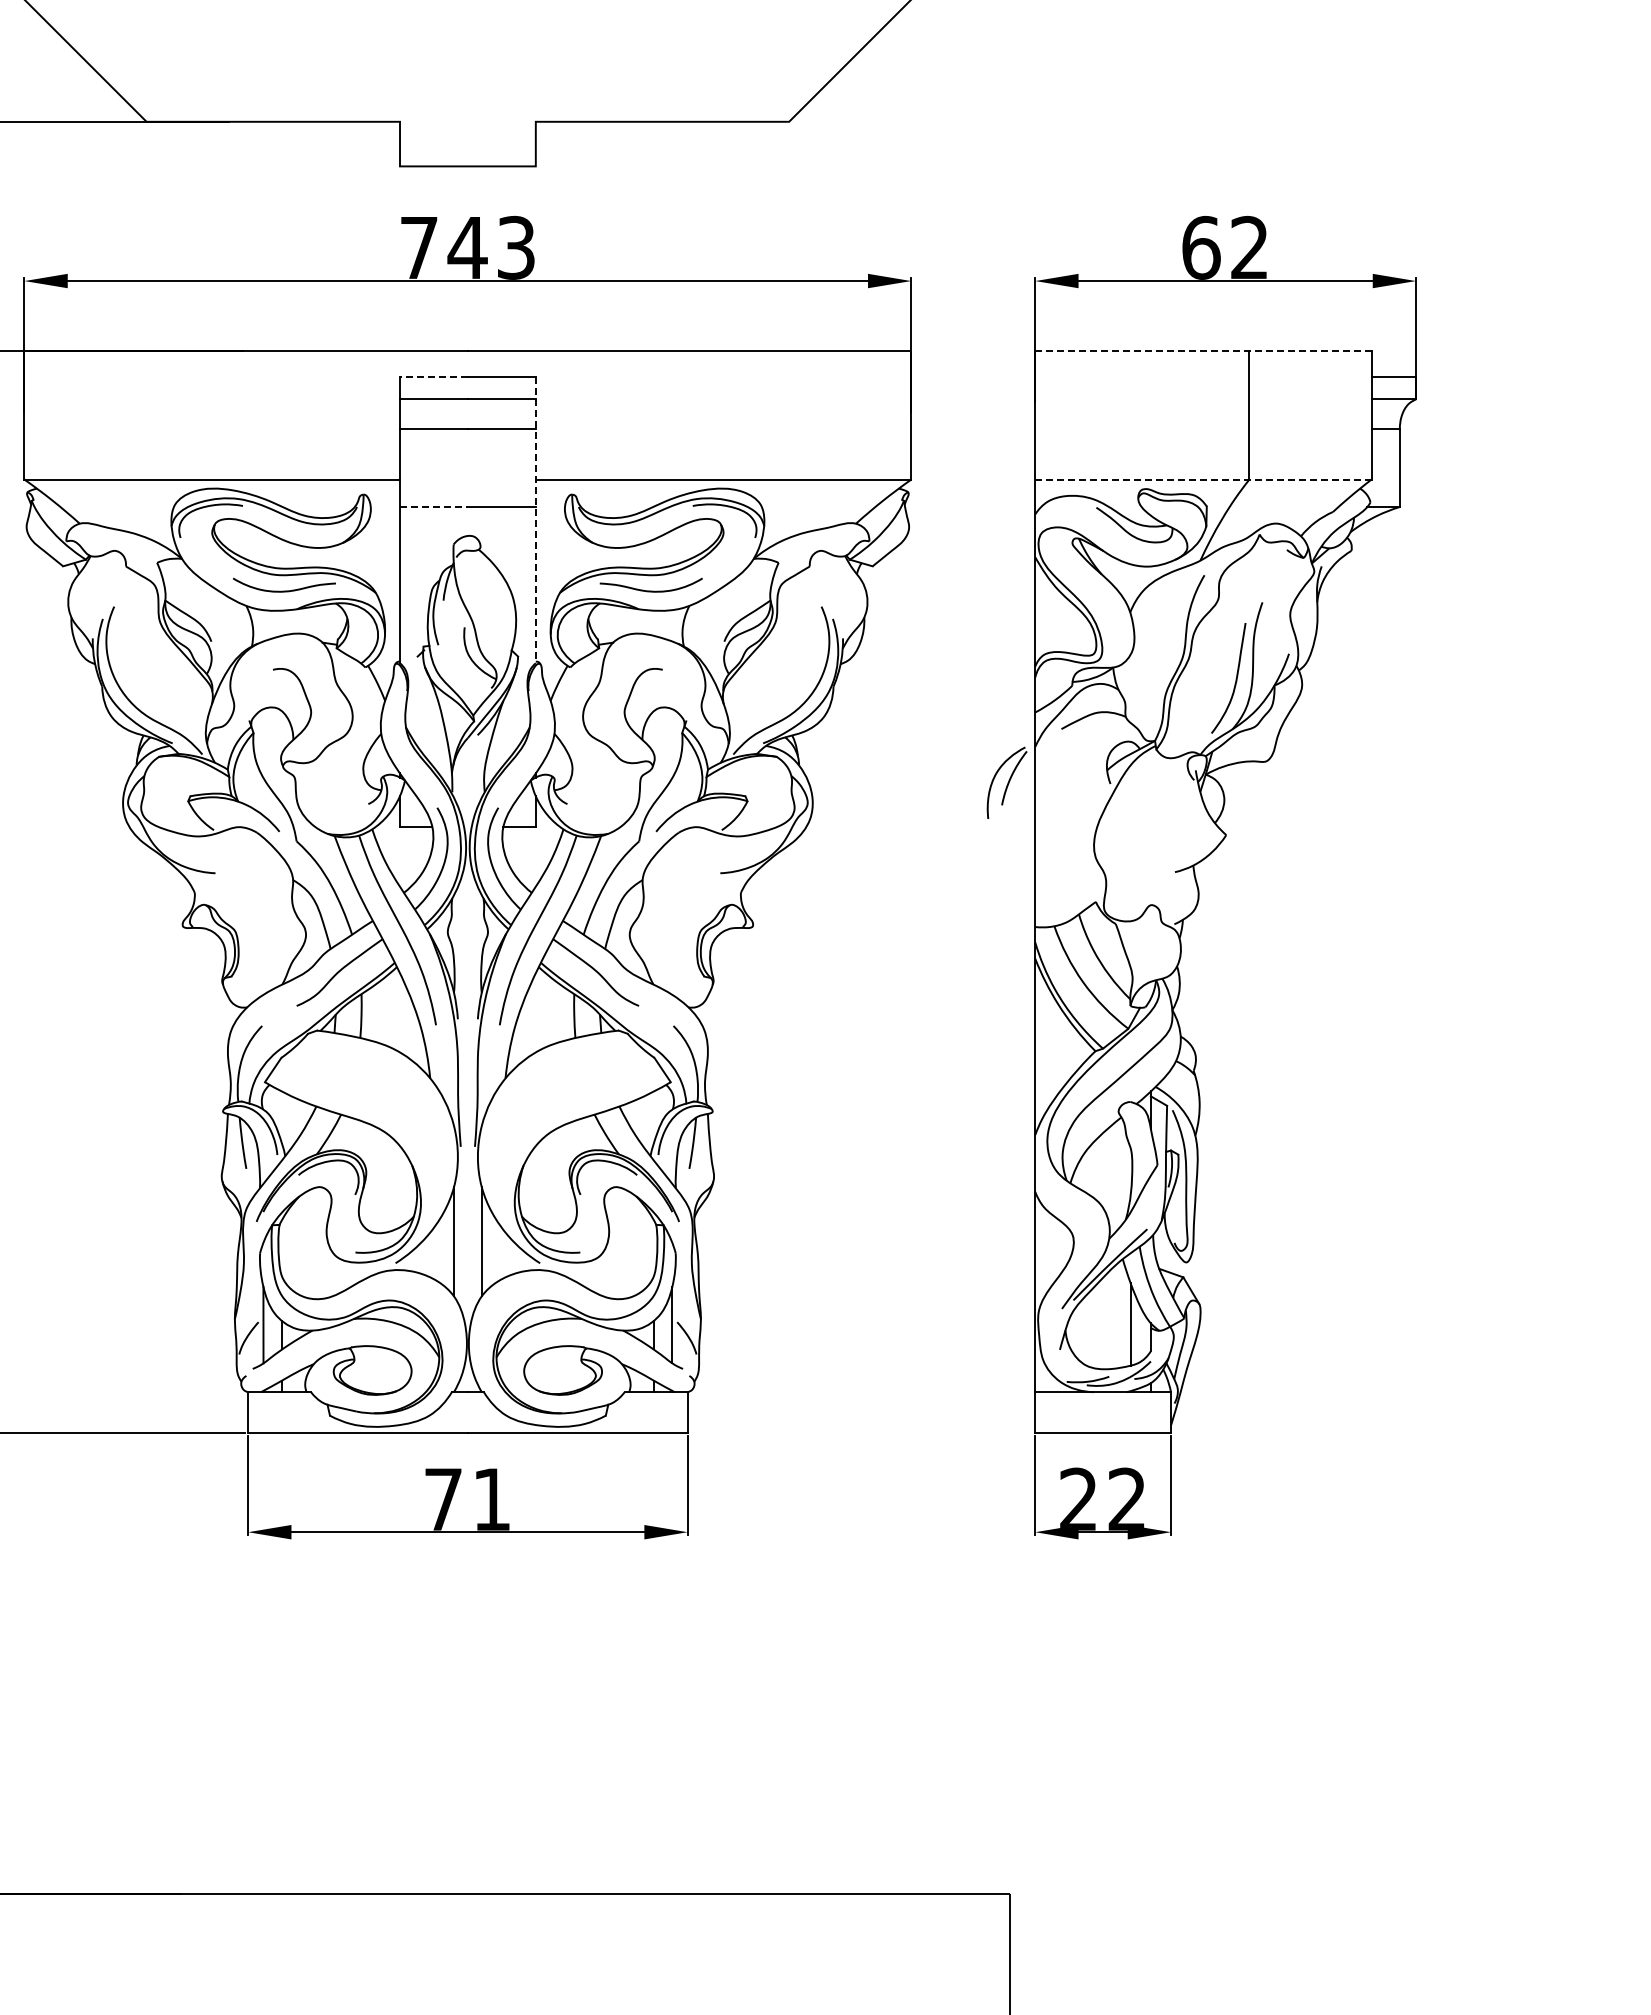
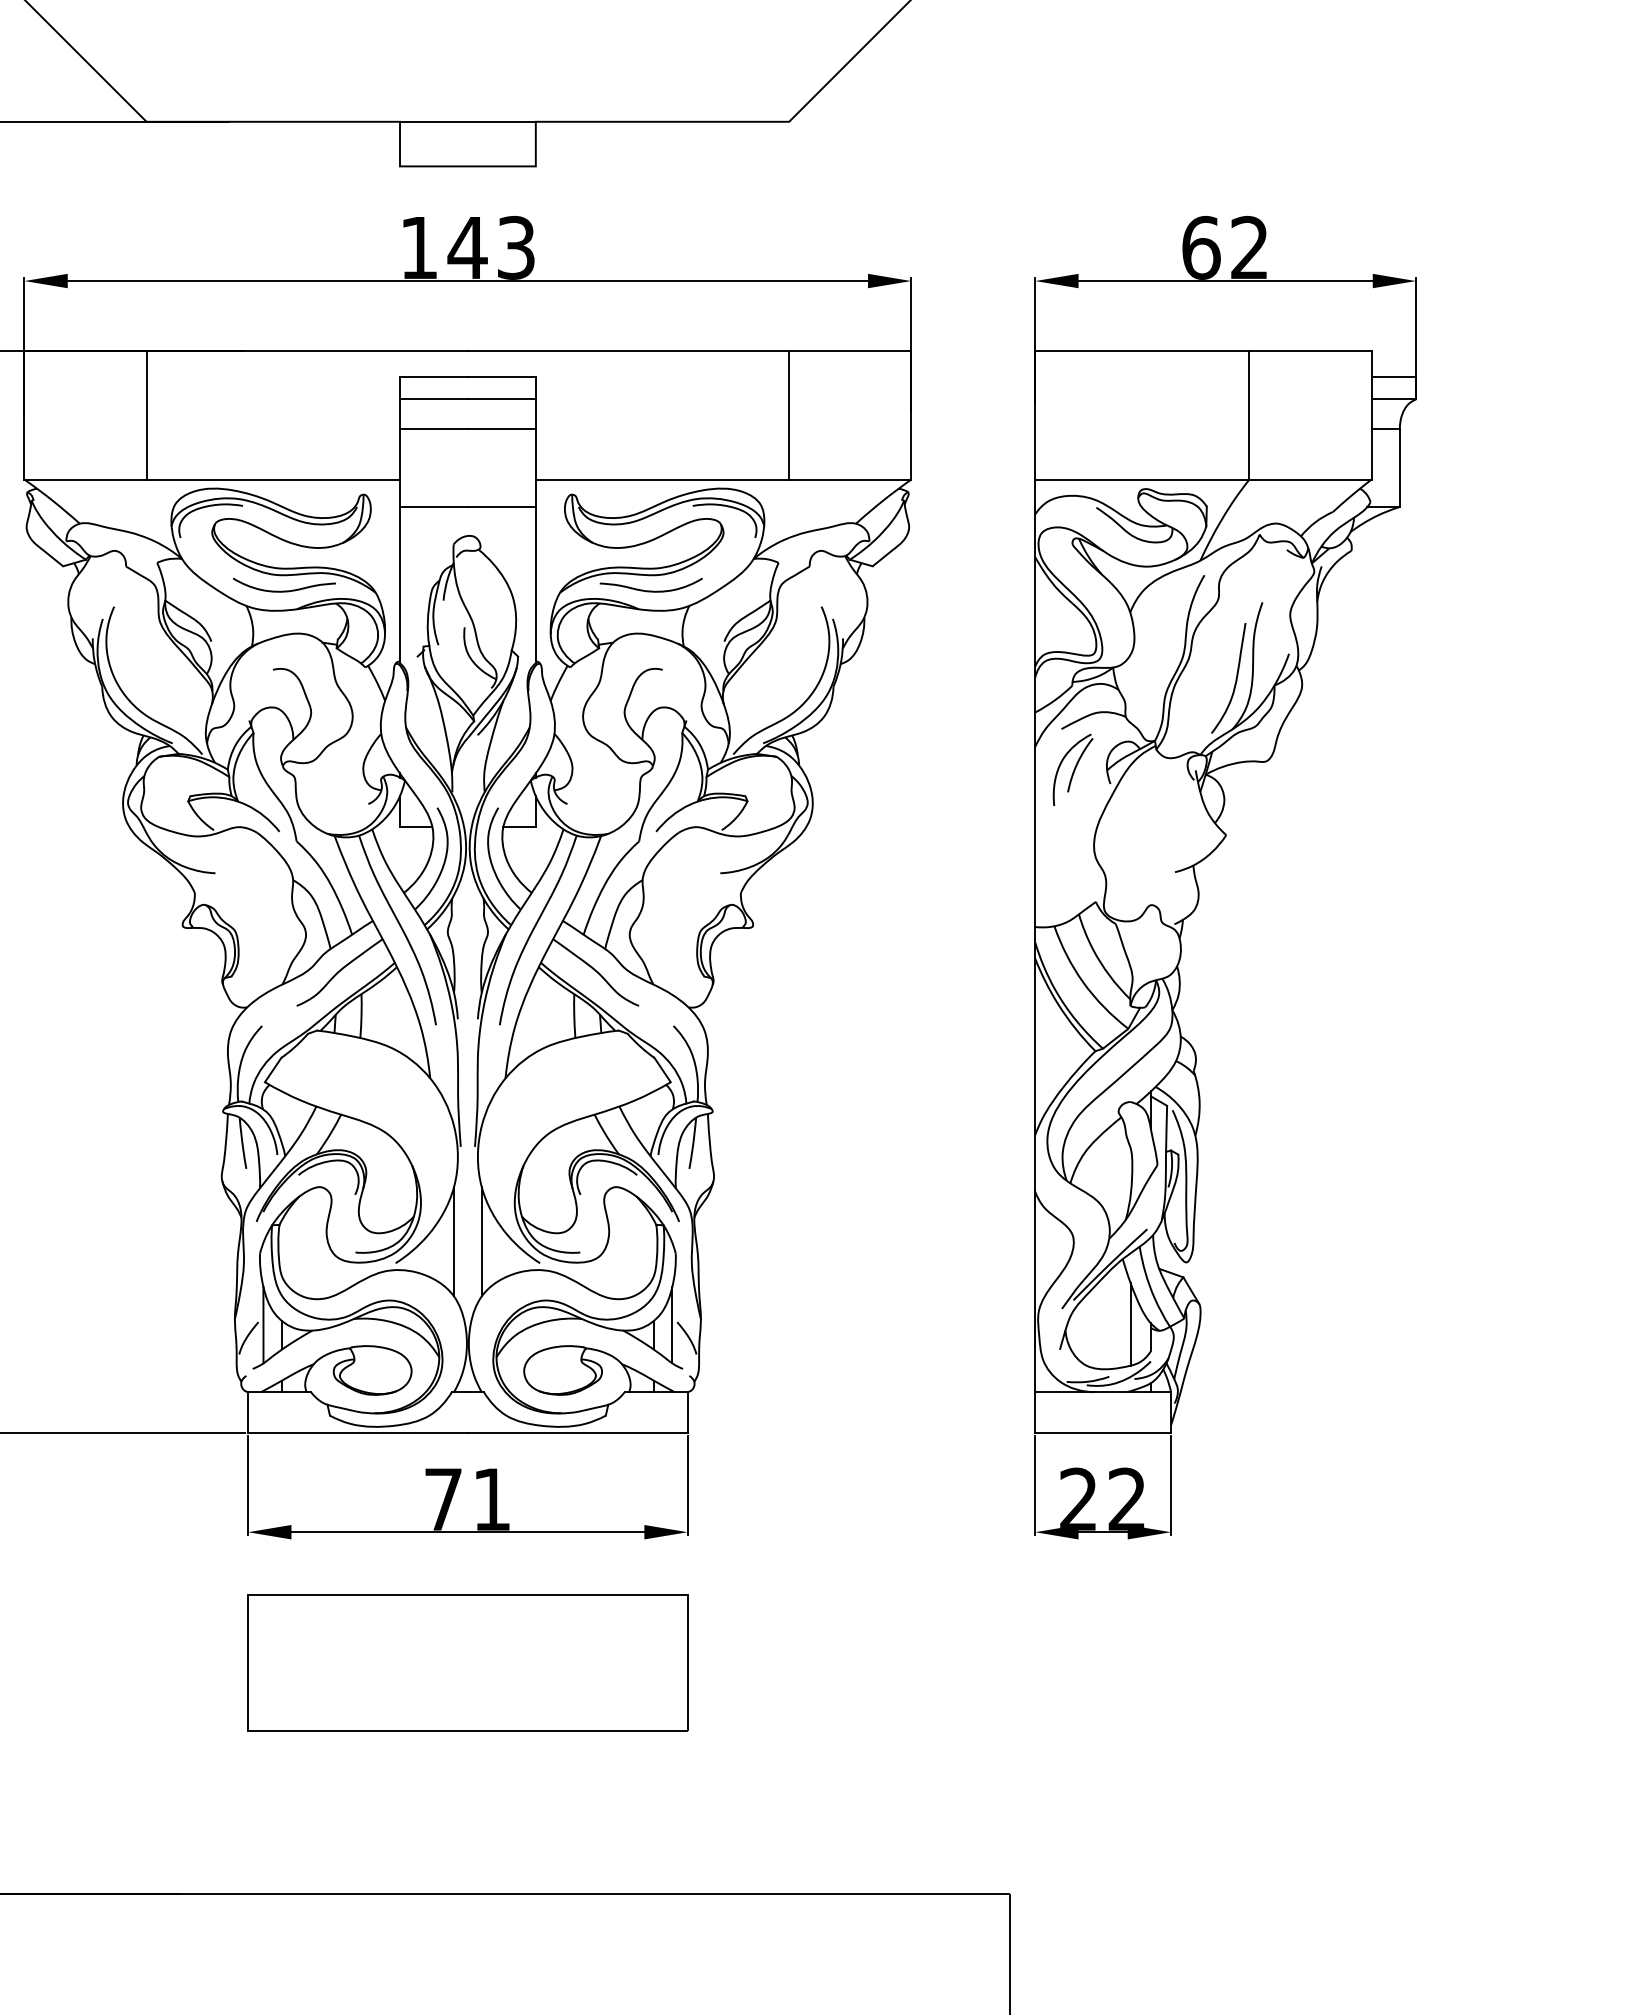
line at (467, 121): none -> present
text at (419, 247): 743 -> 143
line at (1203, 350): dashed -> solid
line at (433, 377): dashed -> solid
line at (146, 414): none -> present
line at (789, 414): none -> present
line at (1202, 479): dashed -> solid
line at (433, 507): dashed -> solid
line at (535, 520): dashed -> solid
part at (1006, 782) position: (1006, 782) -> (1072, 769)
part at (467, 1662): none -> present
